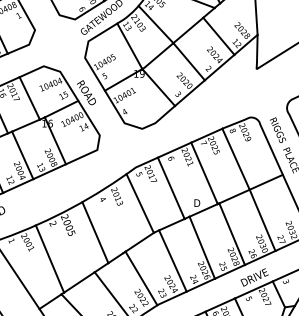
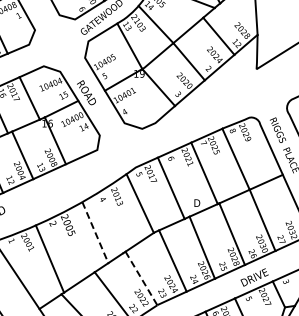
line at (95, 233): solid -> dashed
line at (141, 278): solid -> dashed
